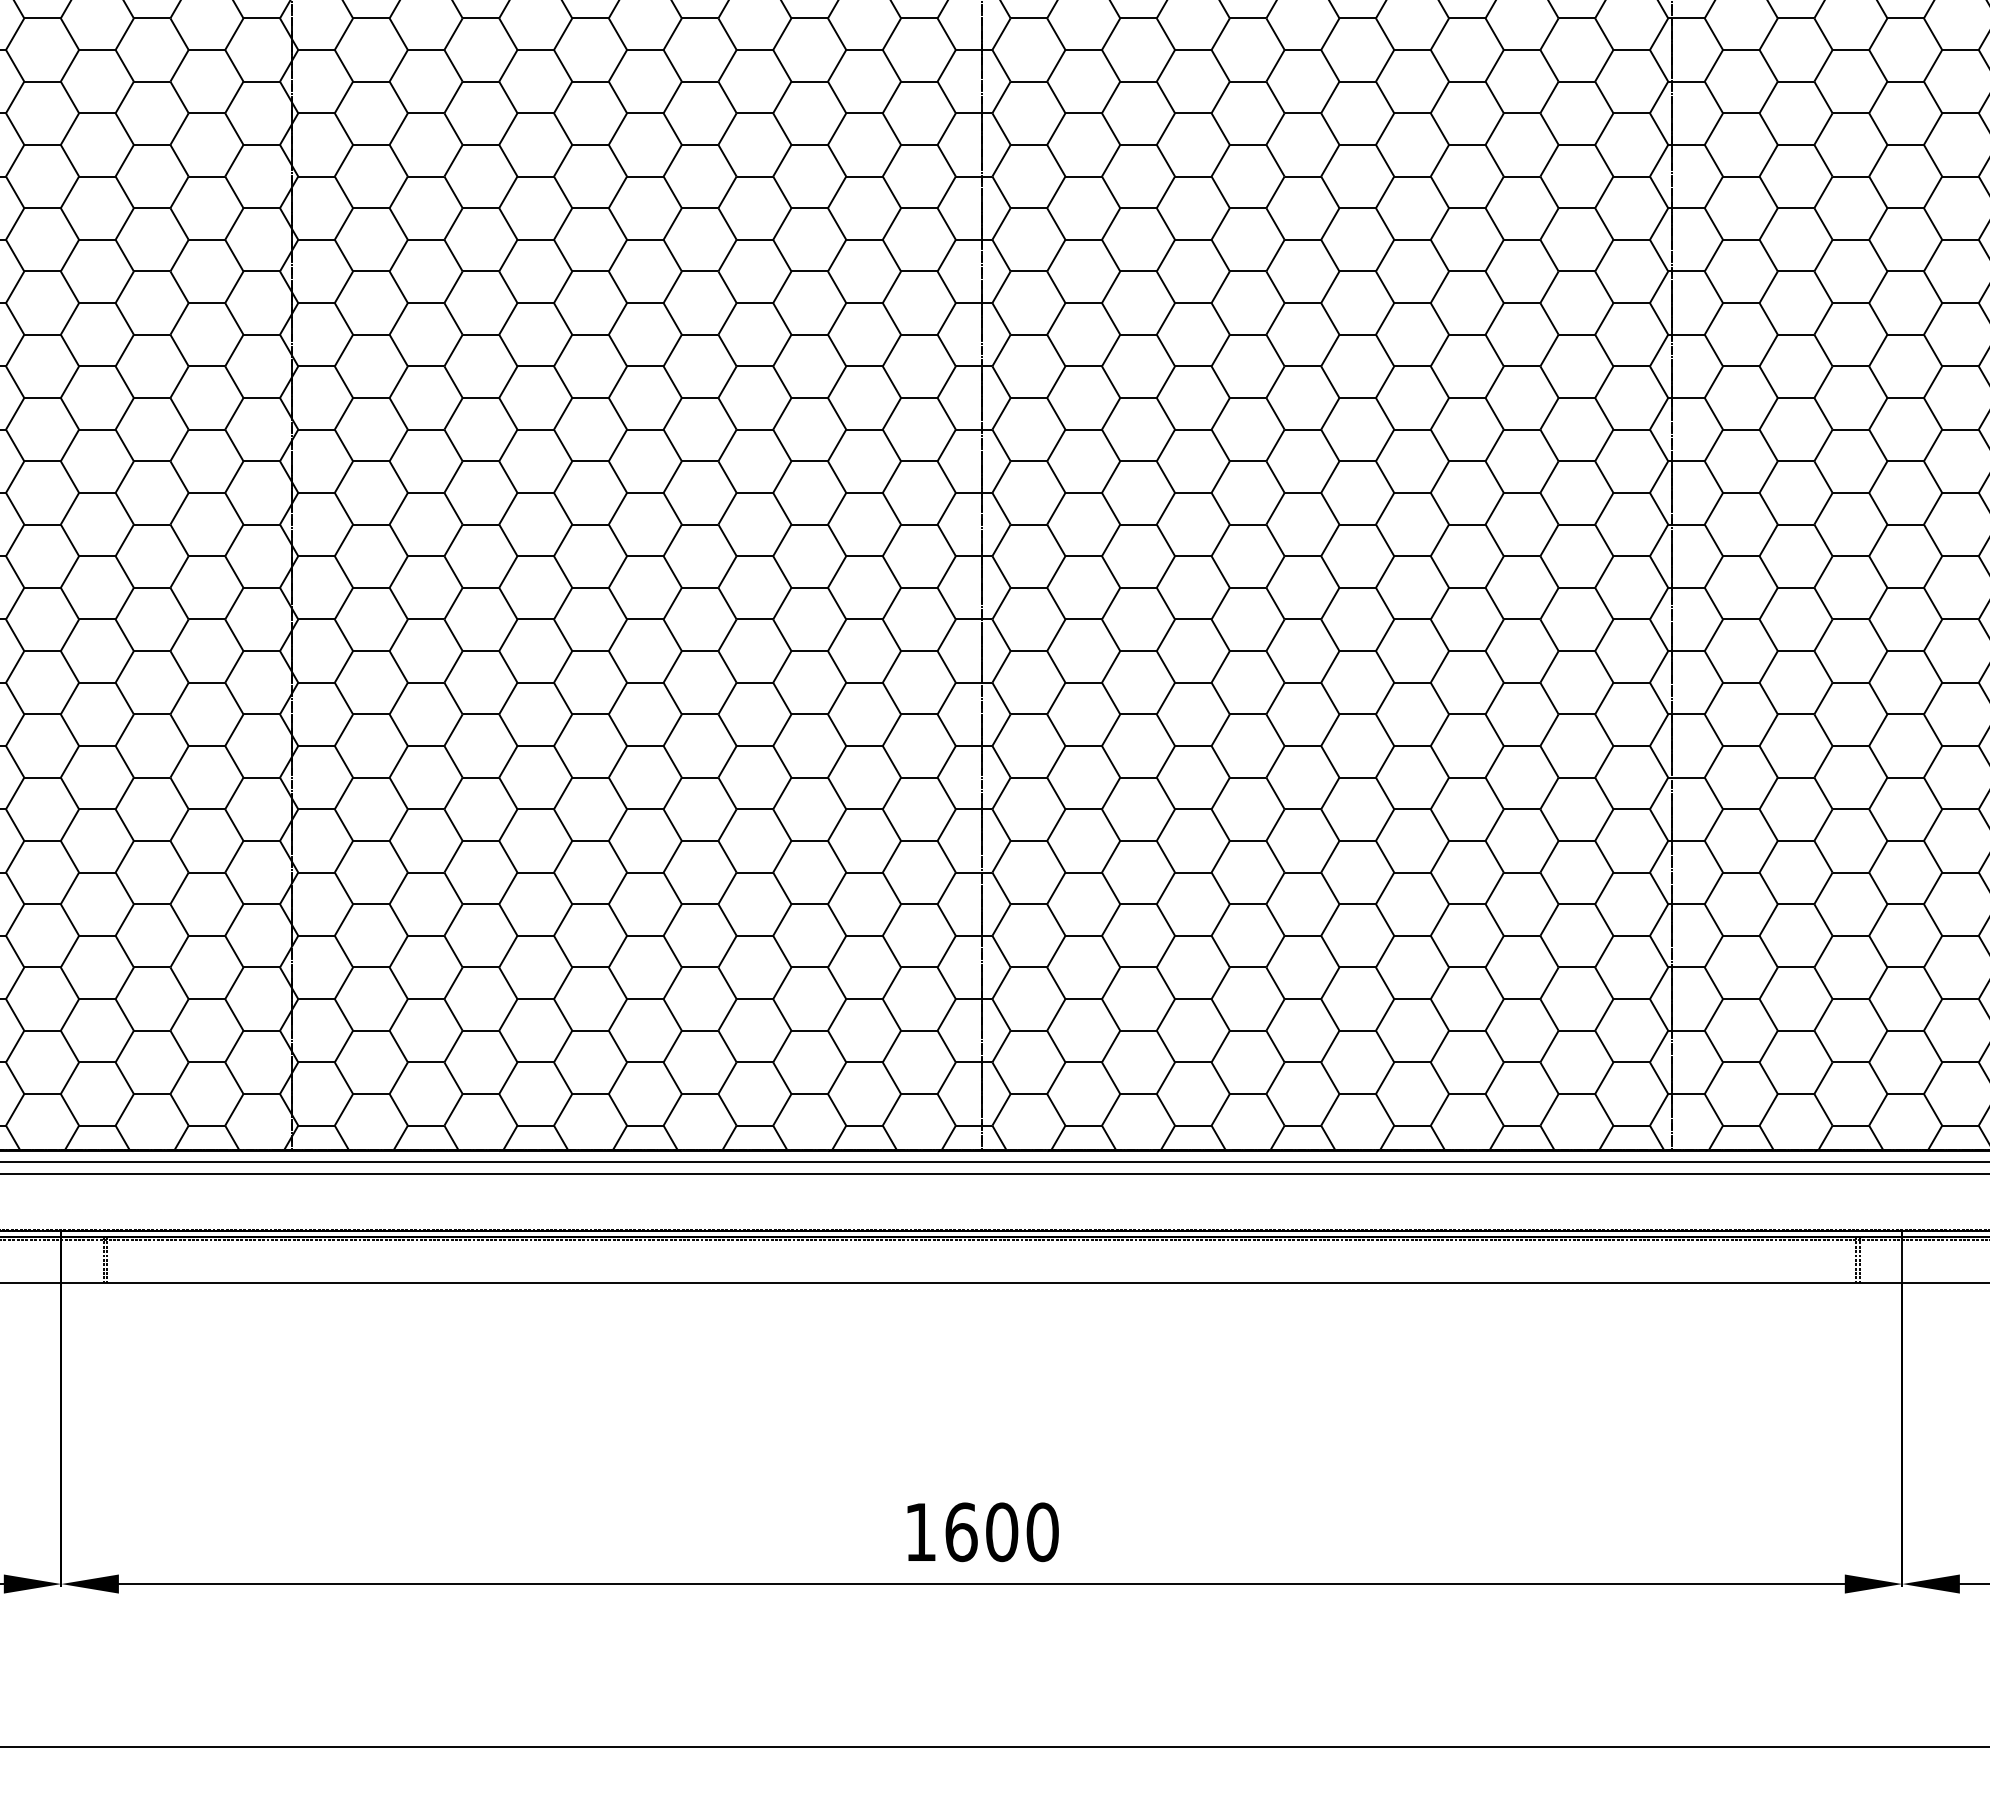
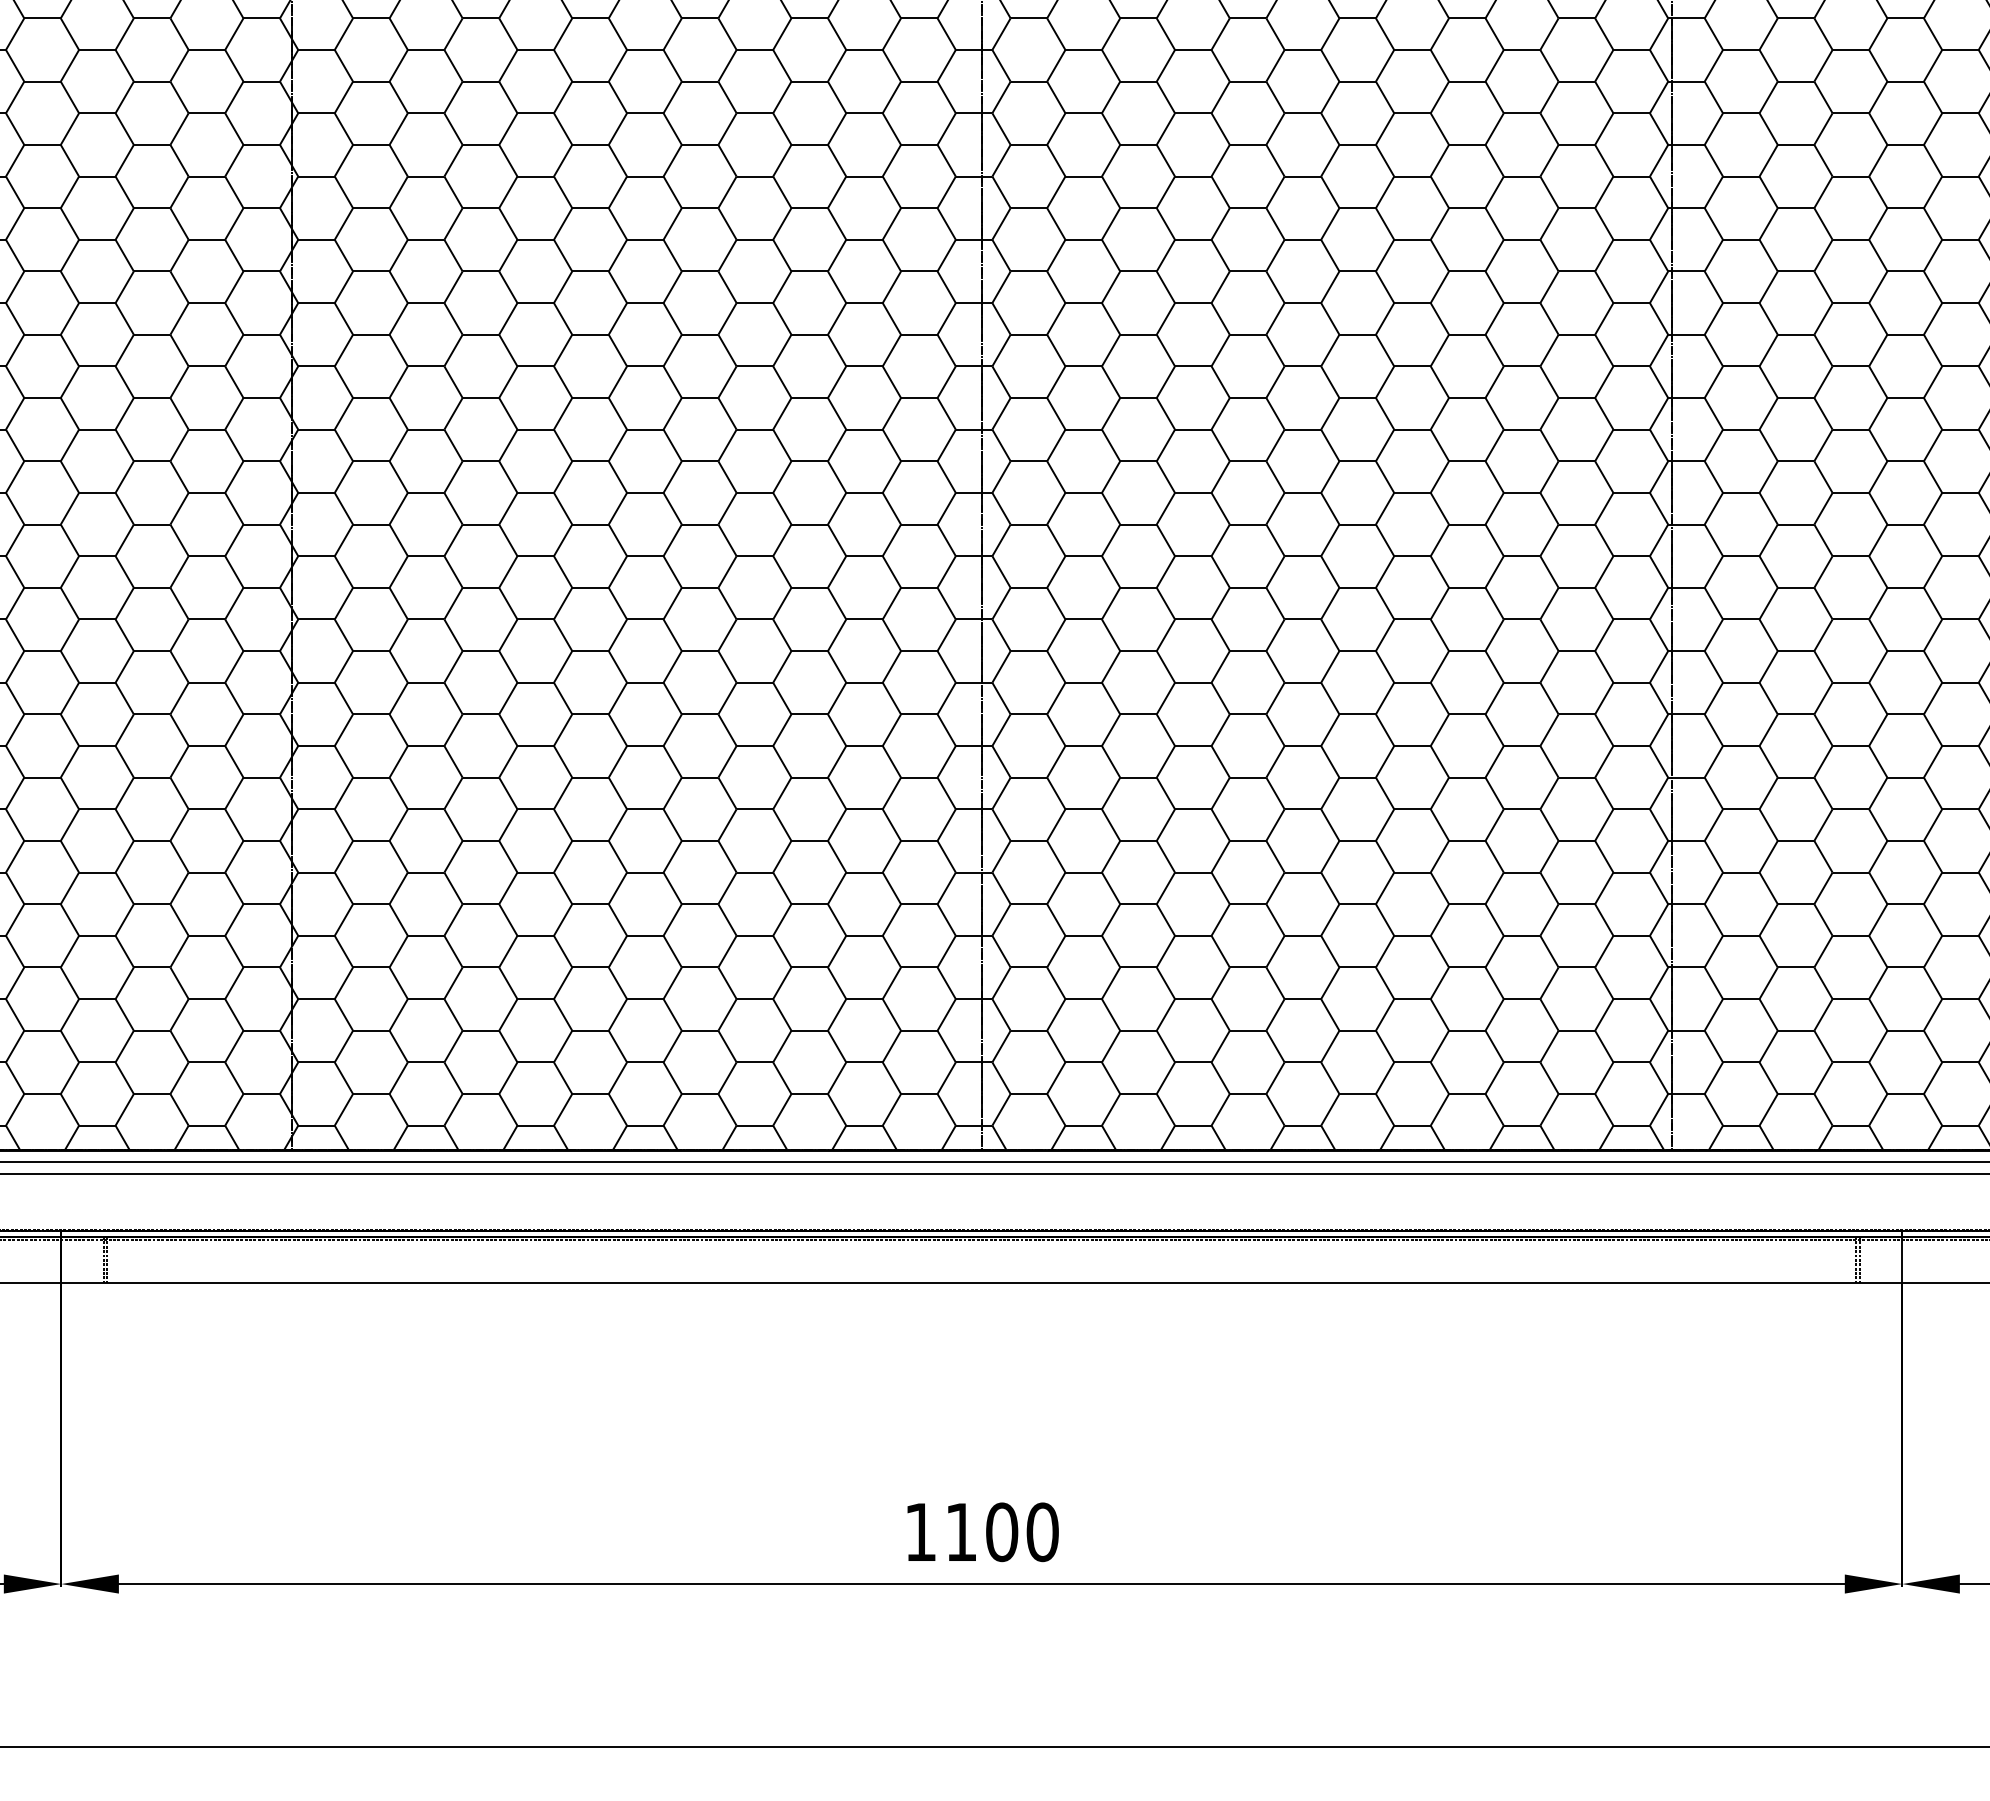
text at (961, 1532): 1600 -> 1100
